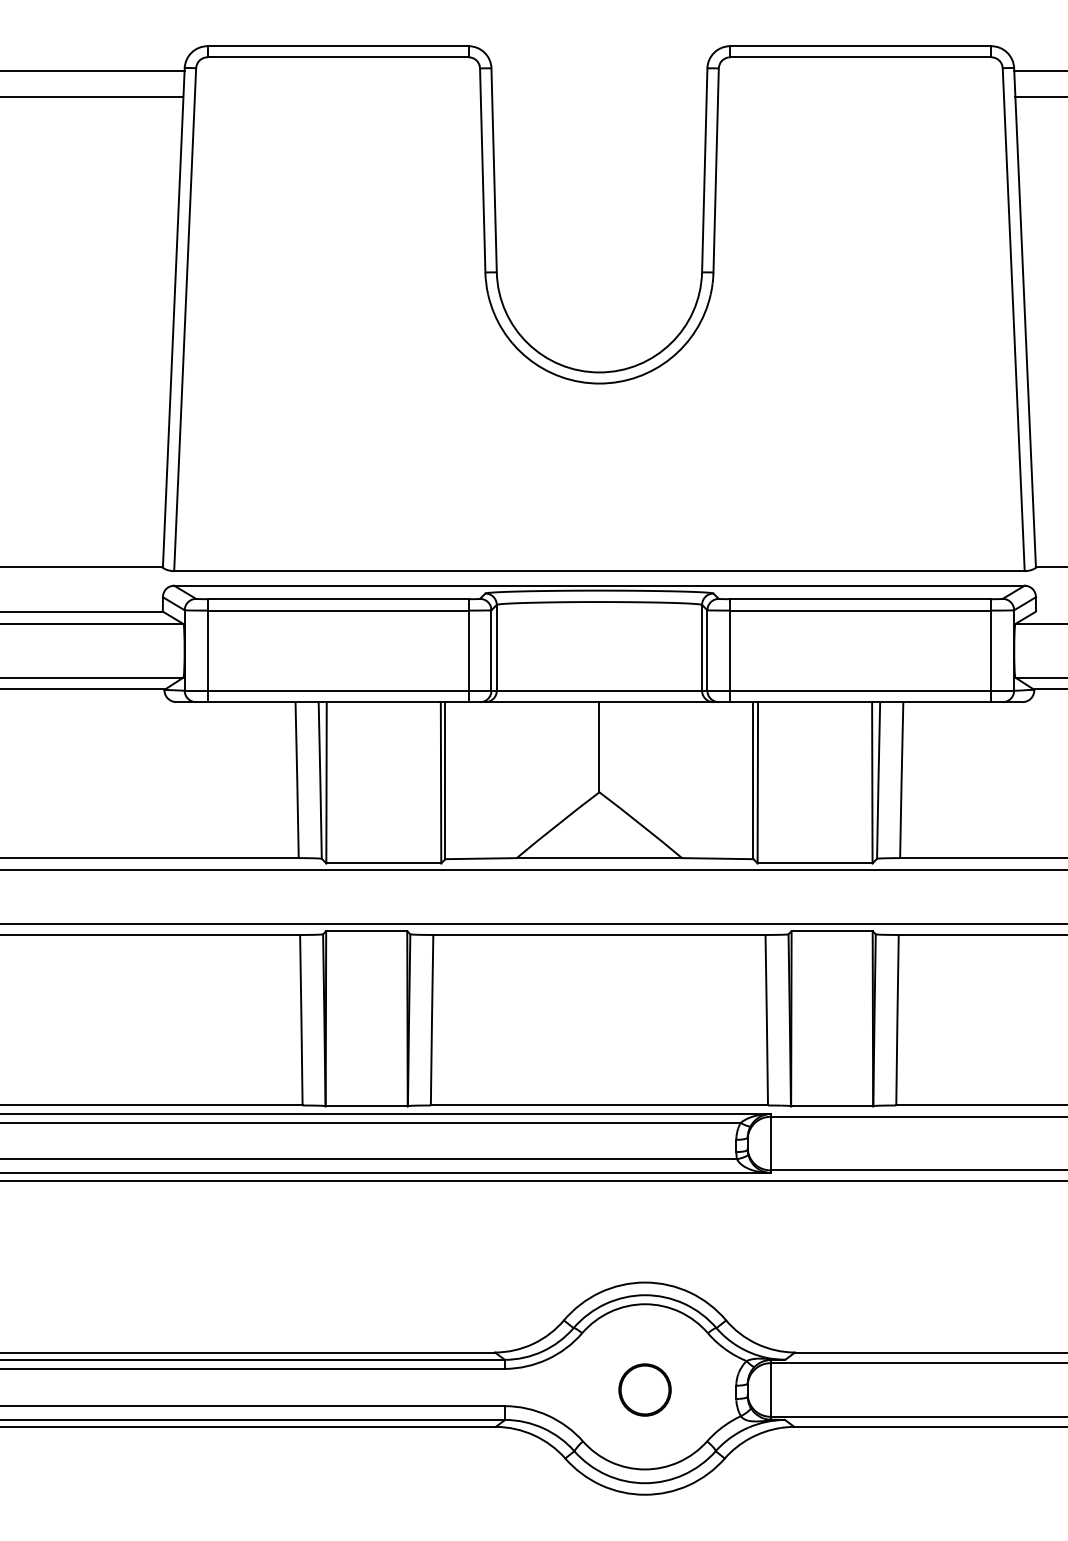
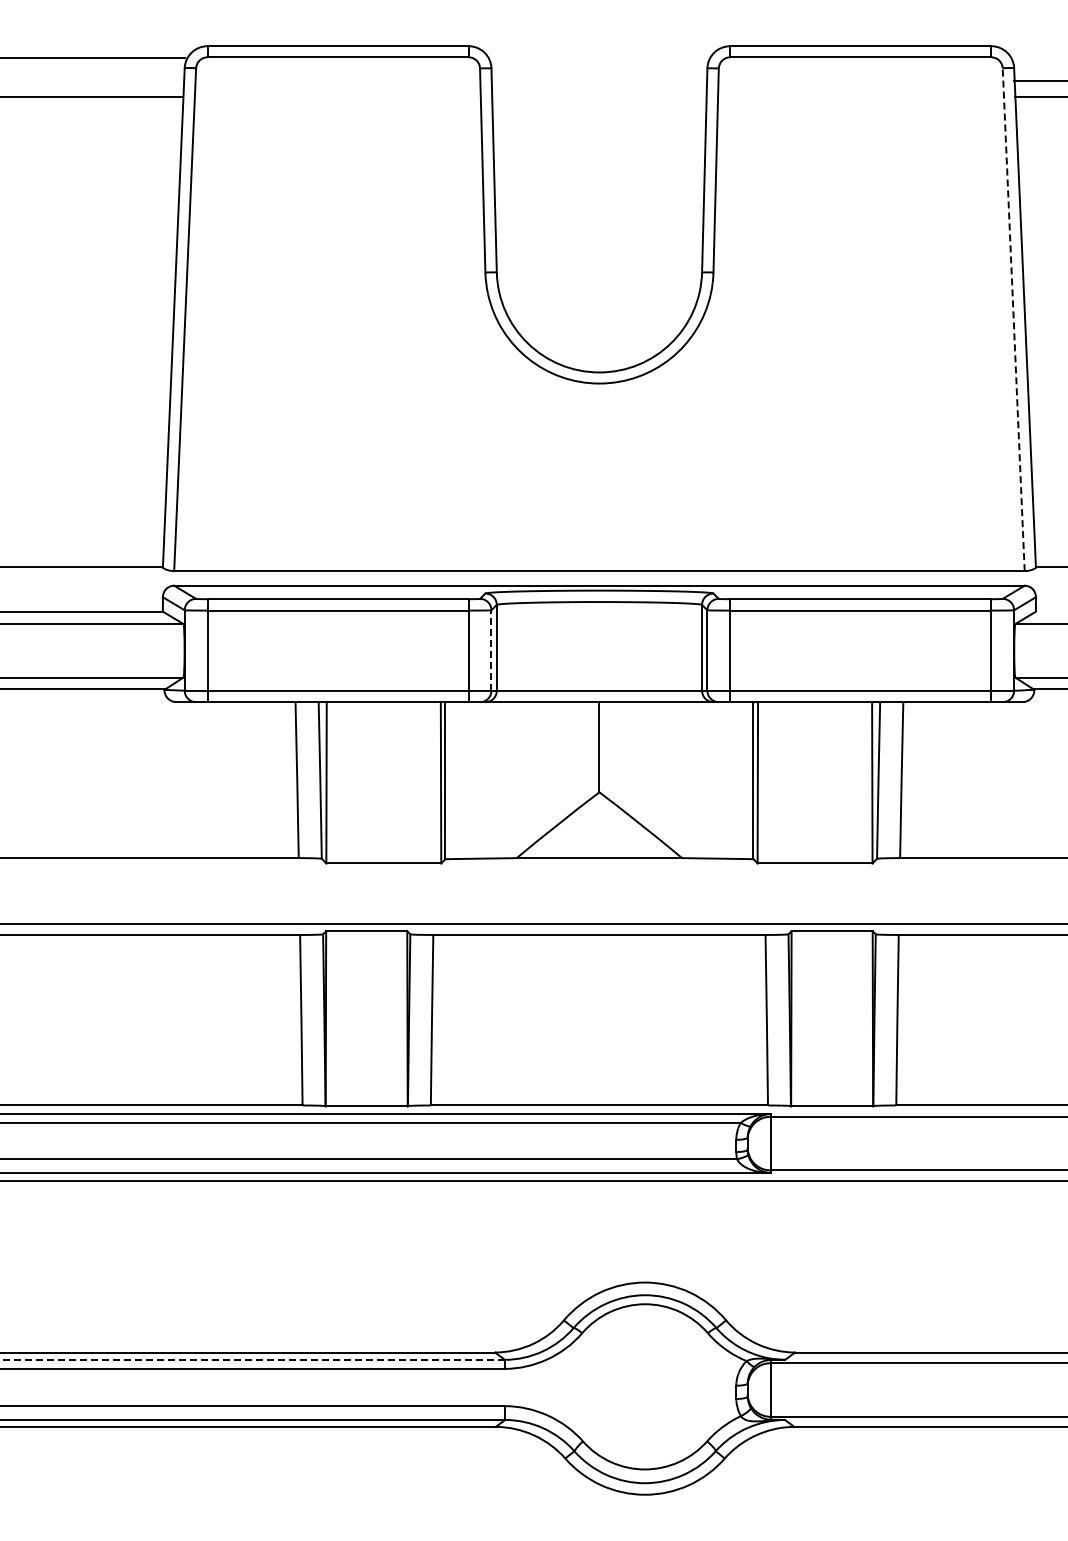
line at (93, 70) position: (93, 70) -> (93, 57)
line at (1039, 70) position: (1039, 70) -> (1039, 80)
line at (1013, 319): solid -> dashed
line at (491, 650): solid -> dashed
line at (533, 870): present -> none
line at (252, 1359): solid -> dashed
part at (644, 1389): present -> none
